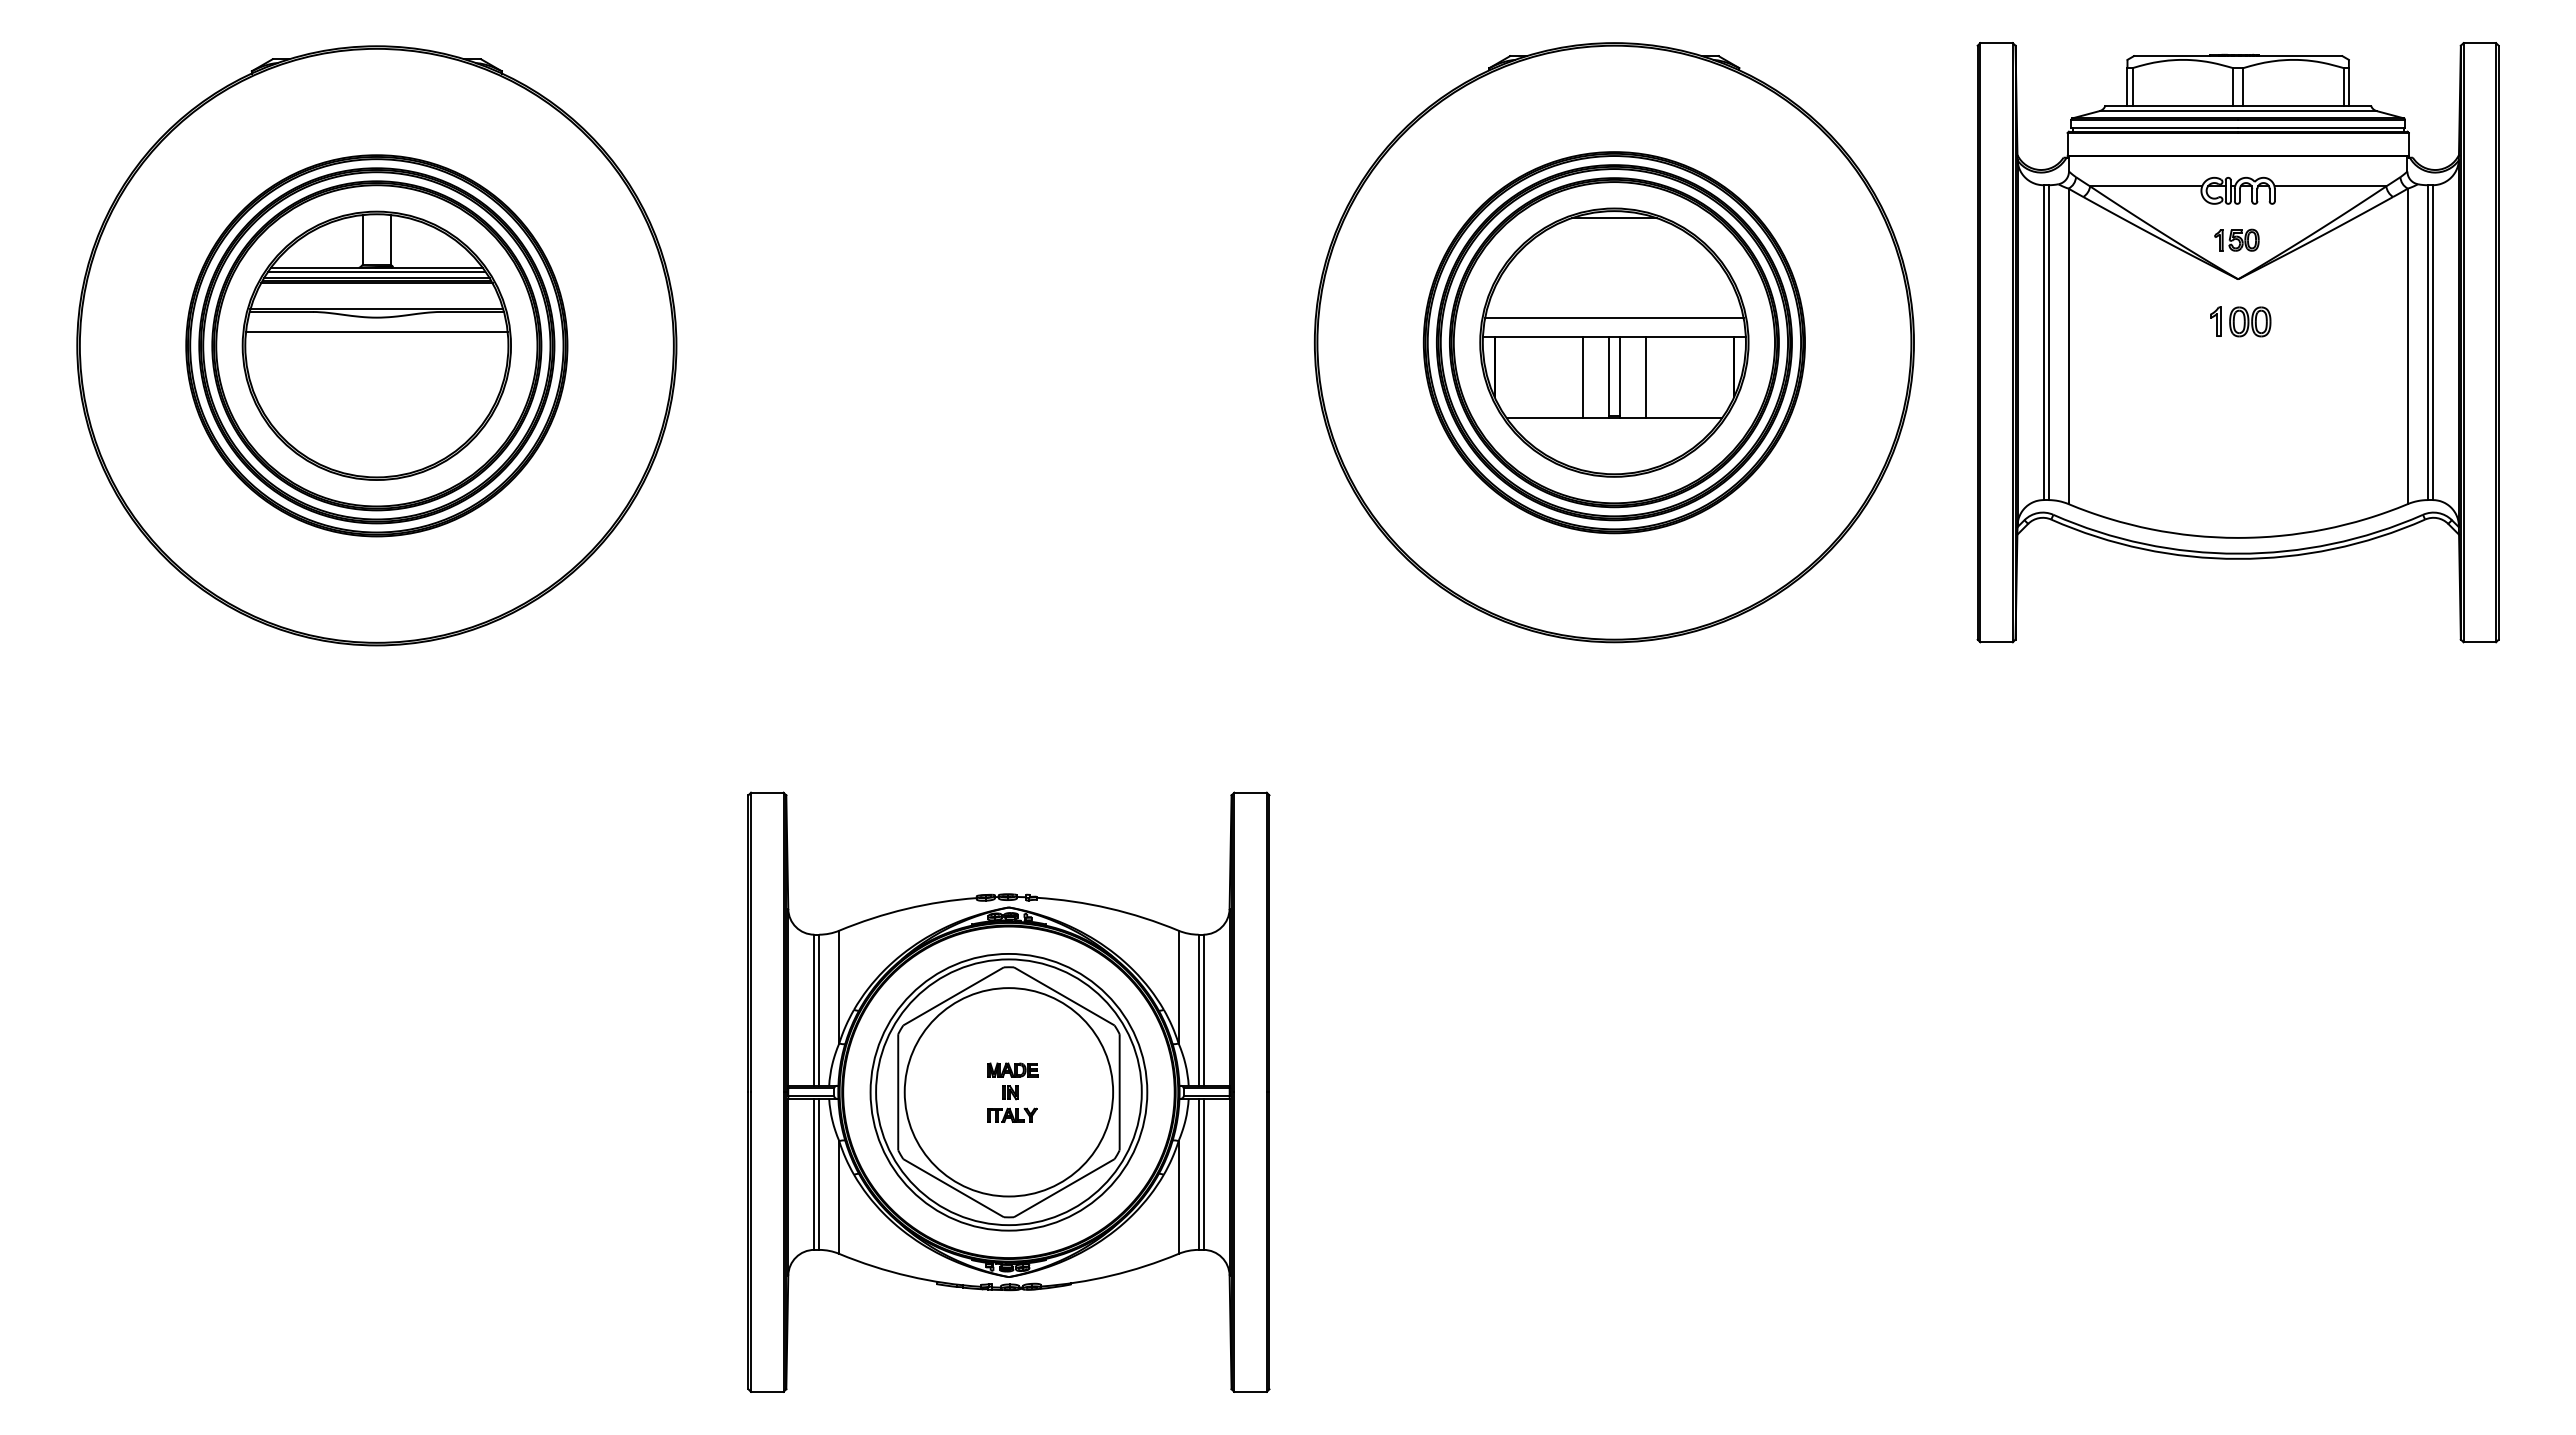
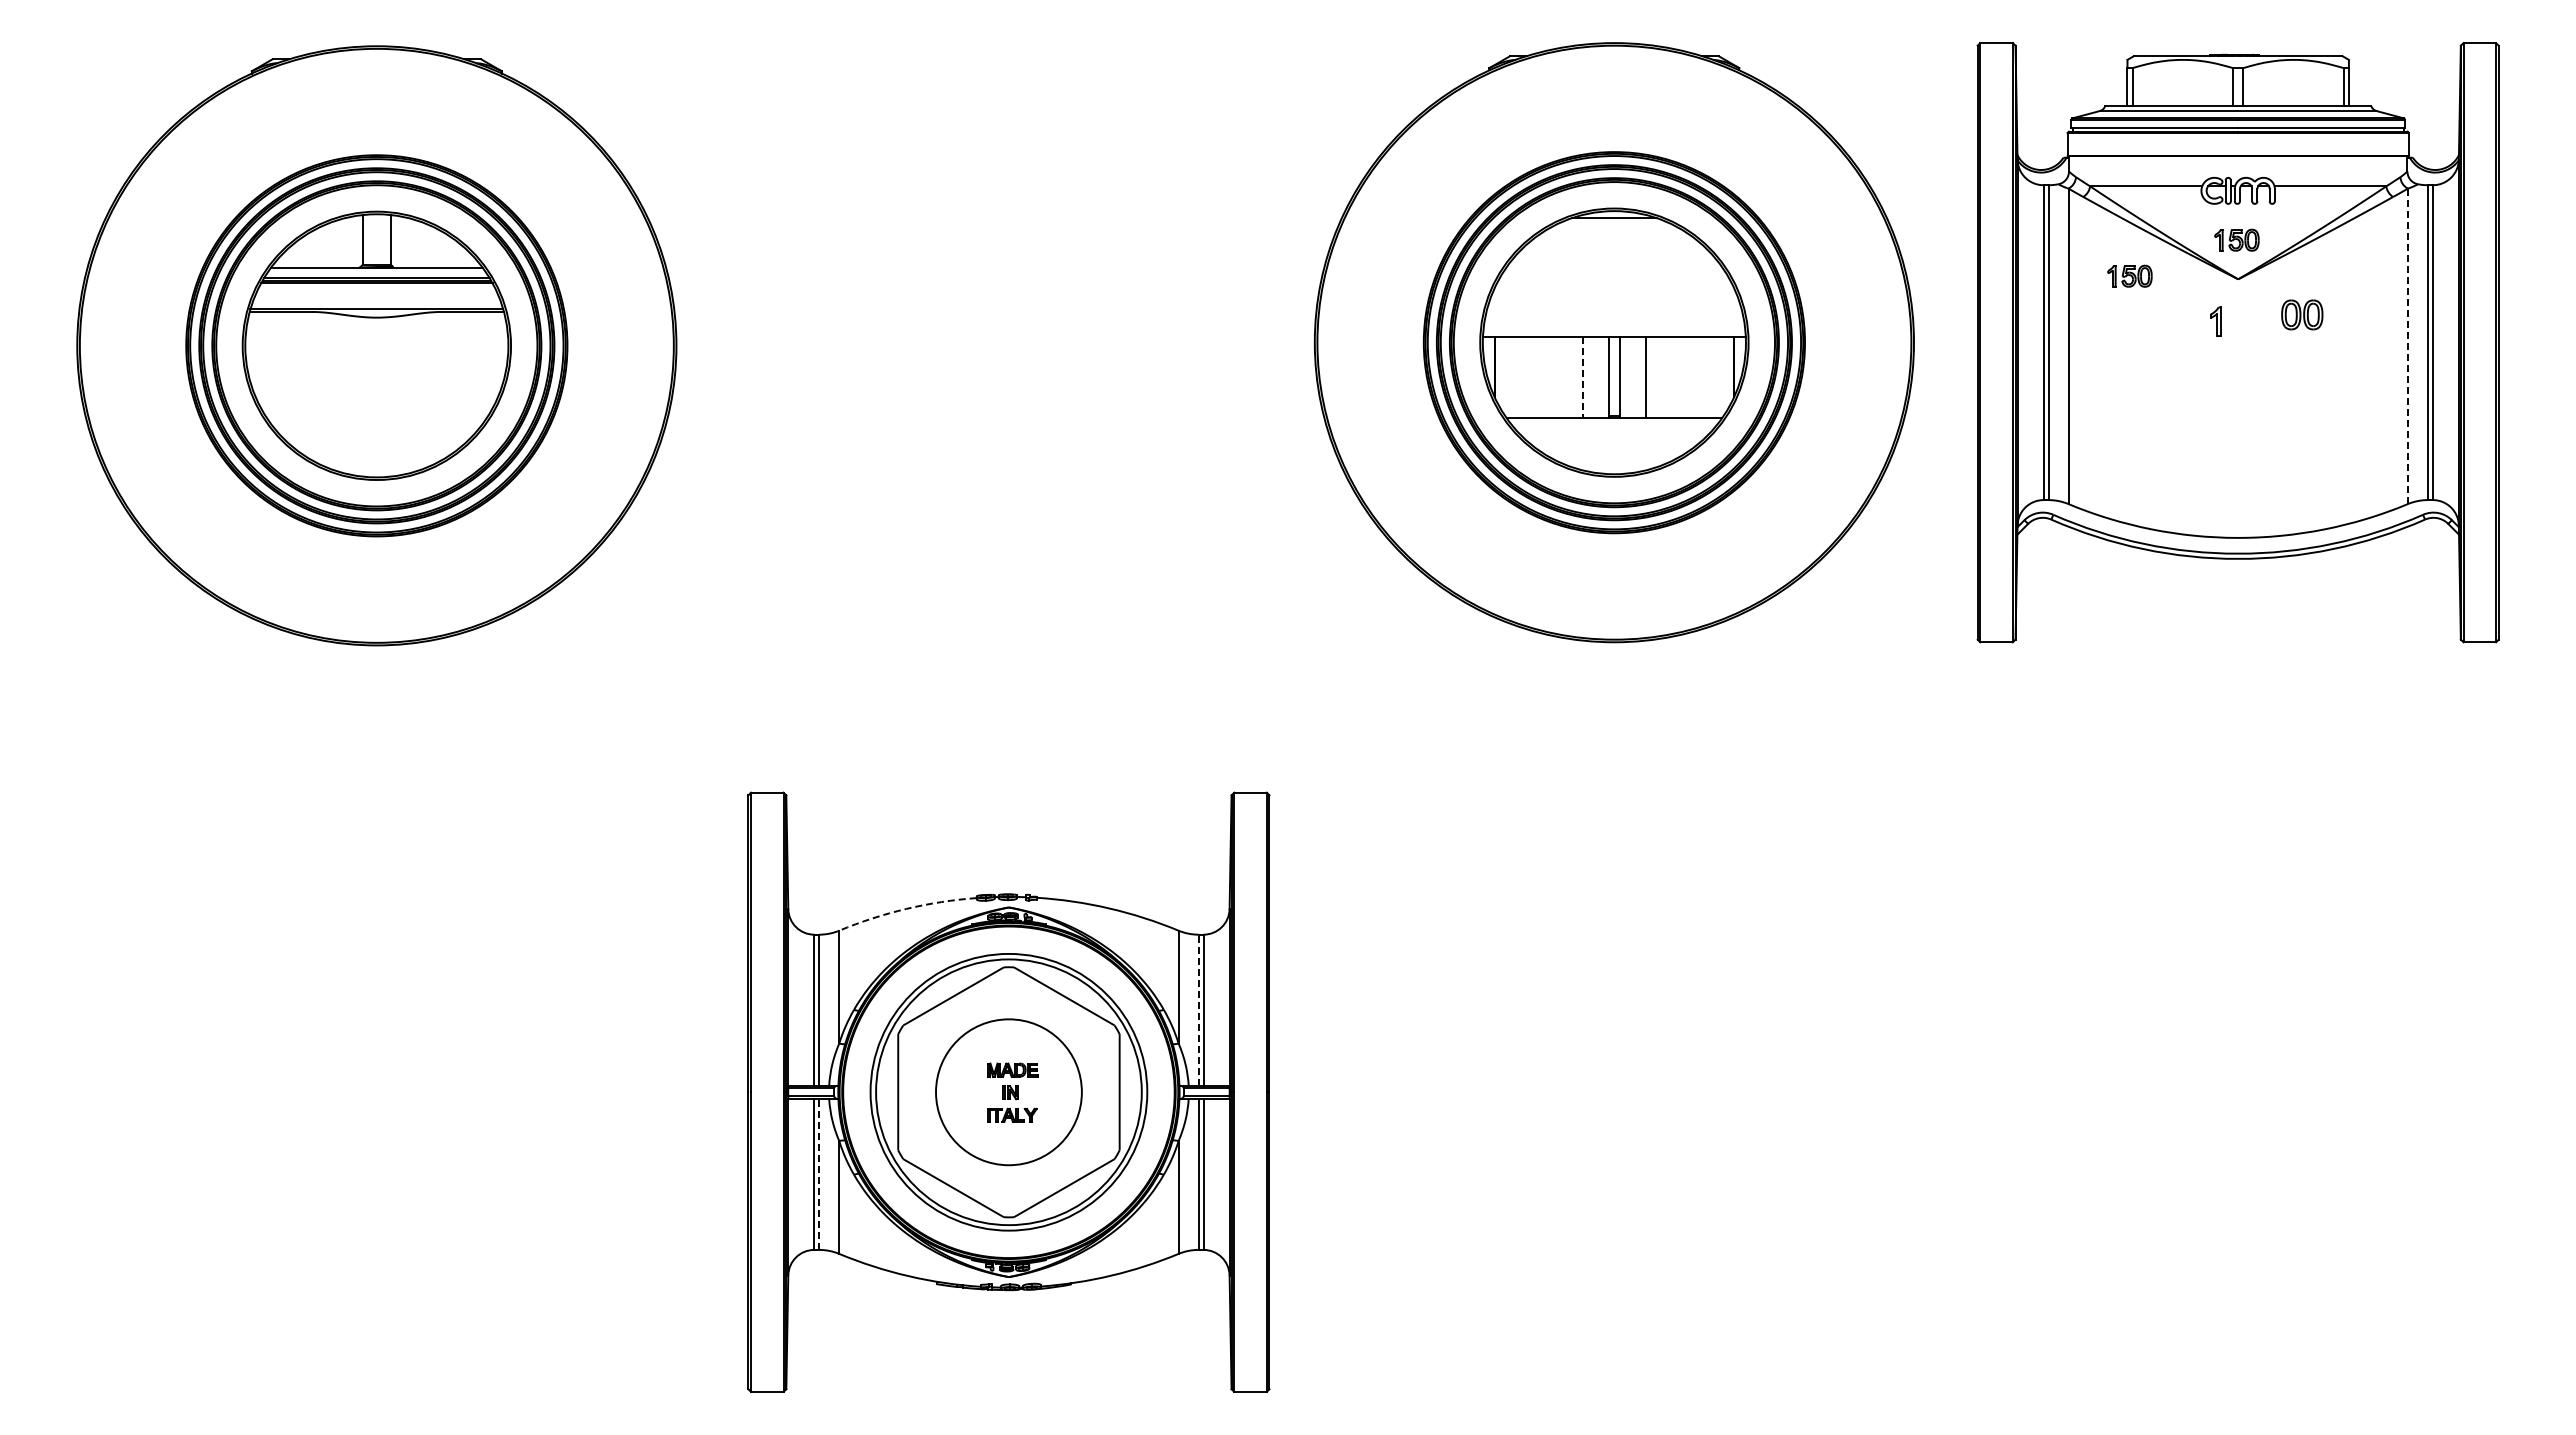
line at (376, 271): present -> none
part at (2129, 275): none -> present
line at (1614, 317): present -> none
part at (2250, 321) position: (2250, 321) -> (2302, 314)
line at (376, 331): present -> none
line at (2407, 346): solid -> dashed
line at (1583, 378): solid -> dashed
arc at (906, 908): solid -> dashed
line at (1198, 1010): solid -> dashed
circle at (1008, 1092) diameter: 208 px -> 146 px
line at (819, 1174): solid -> dashed
